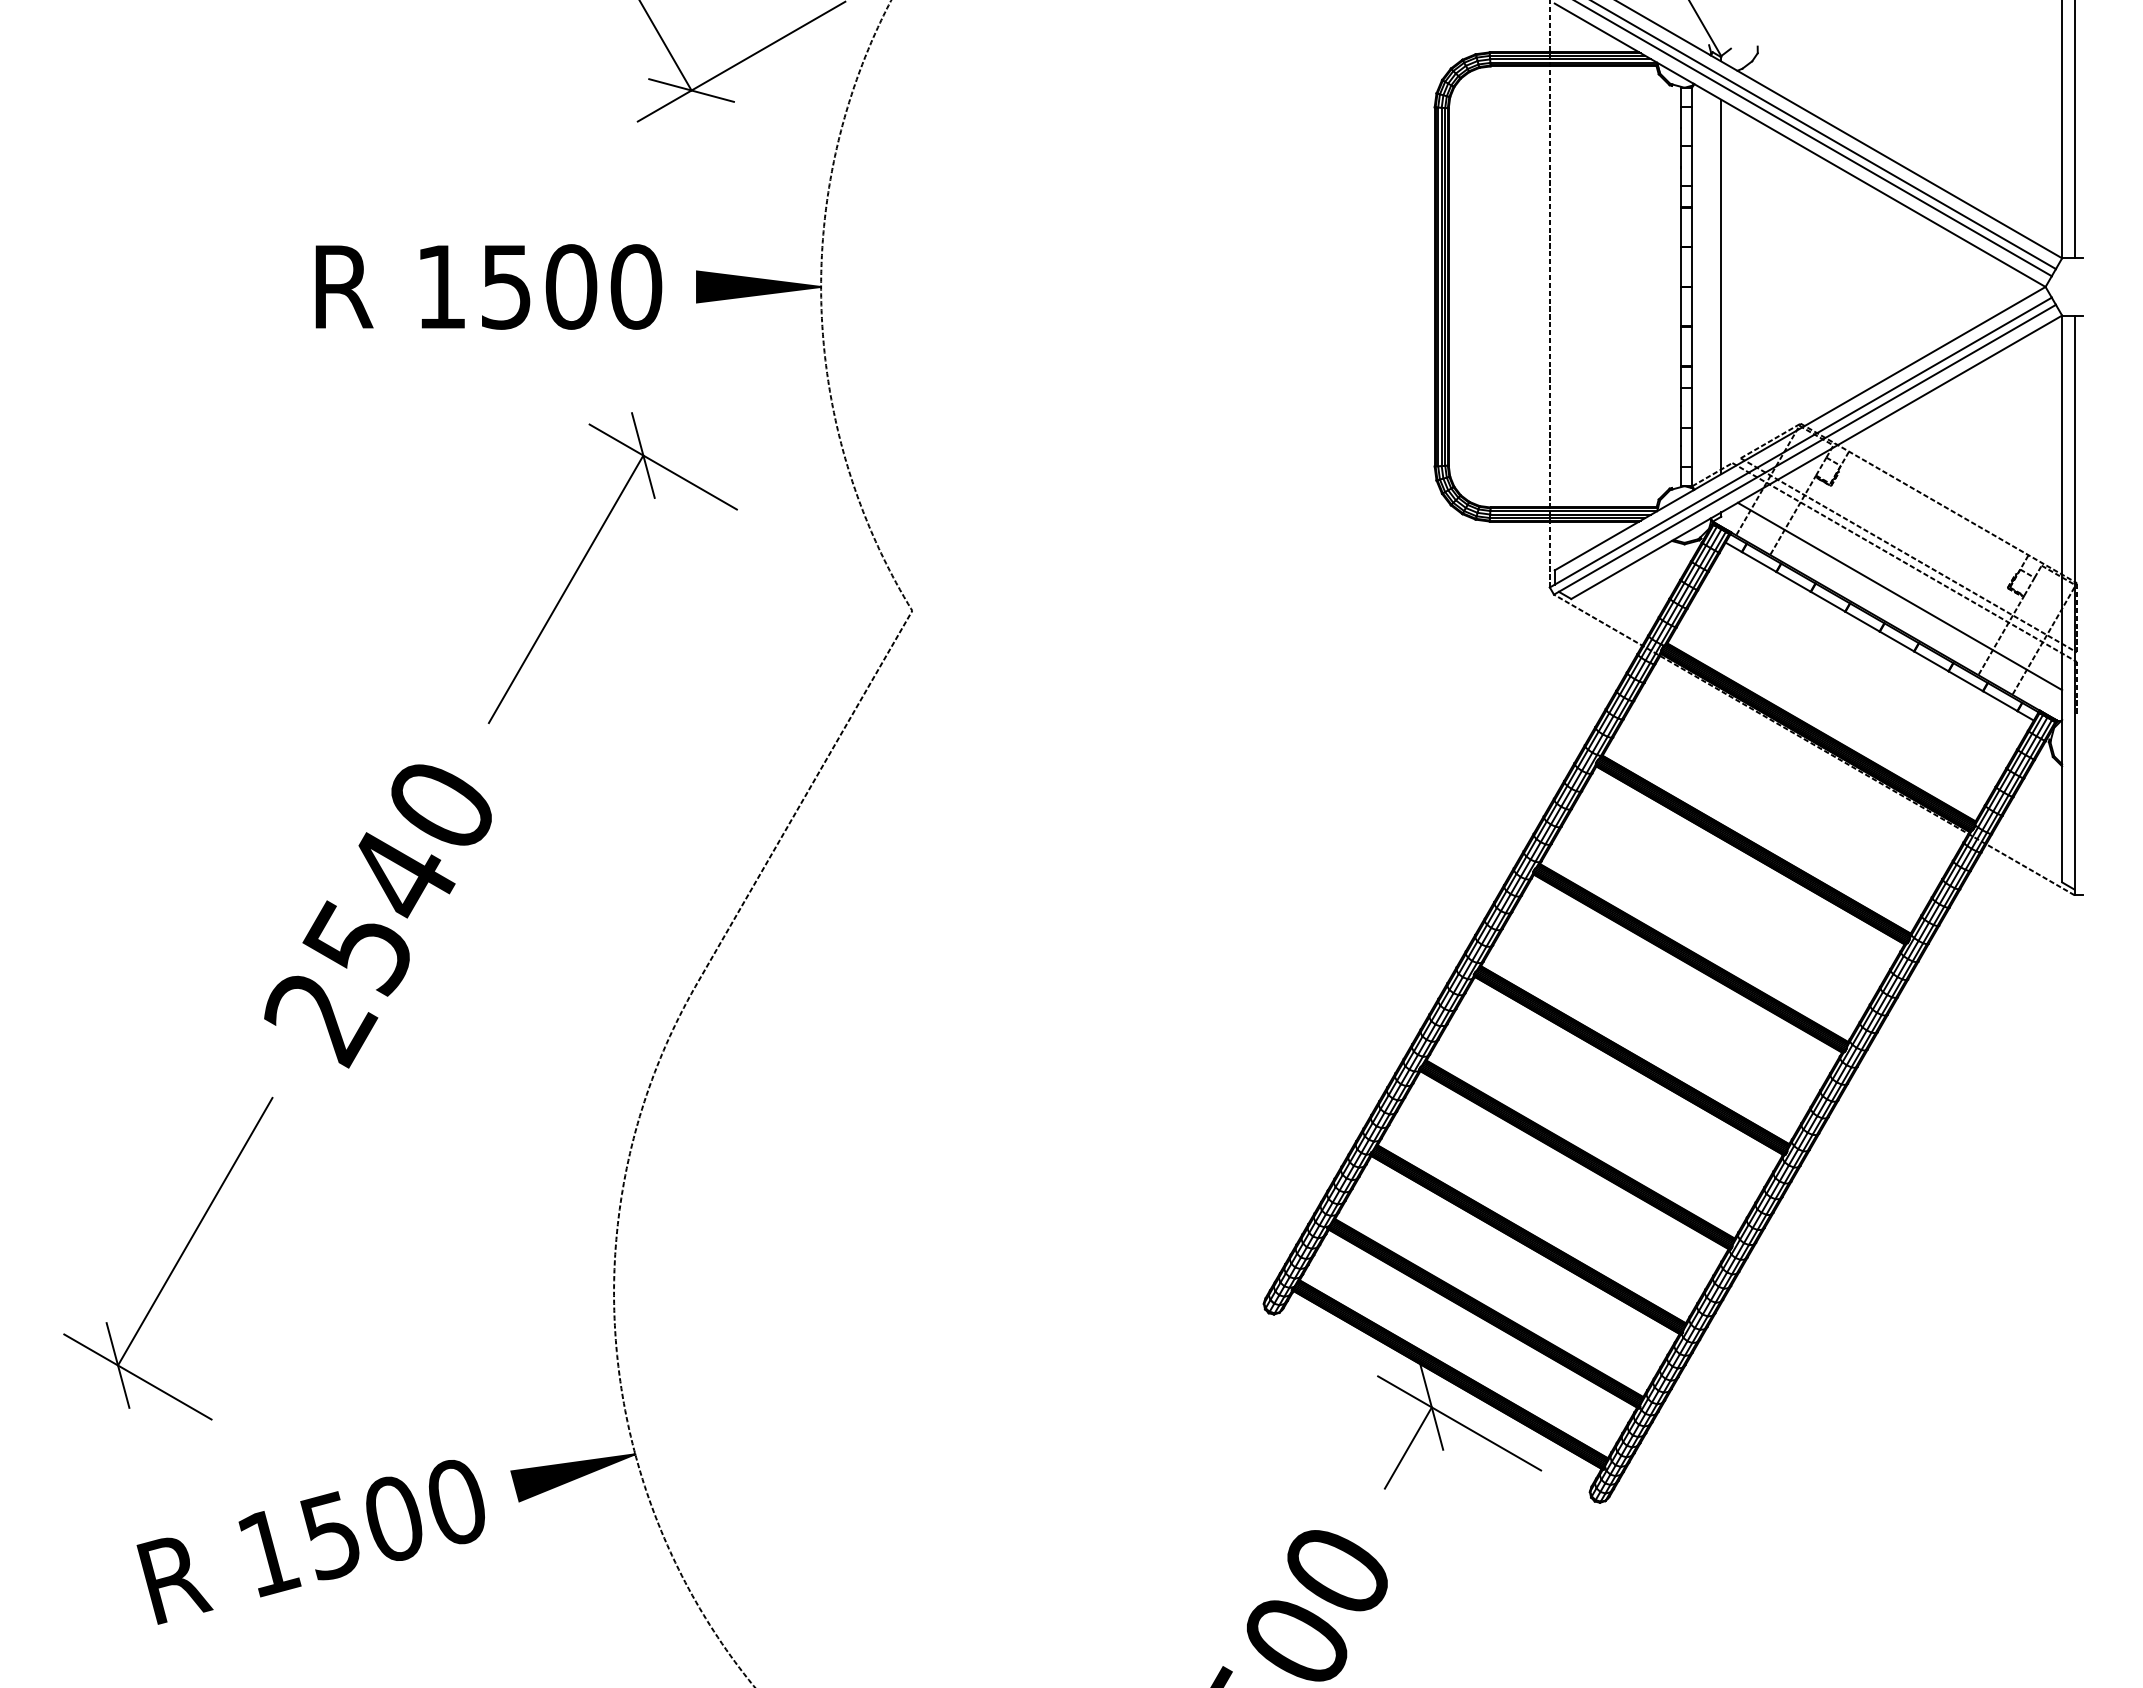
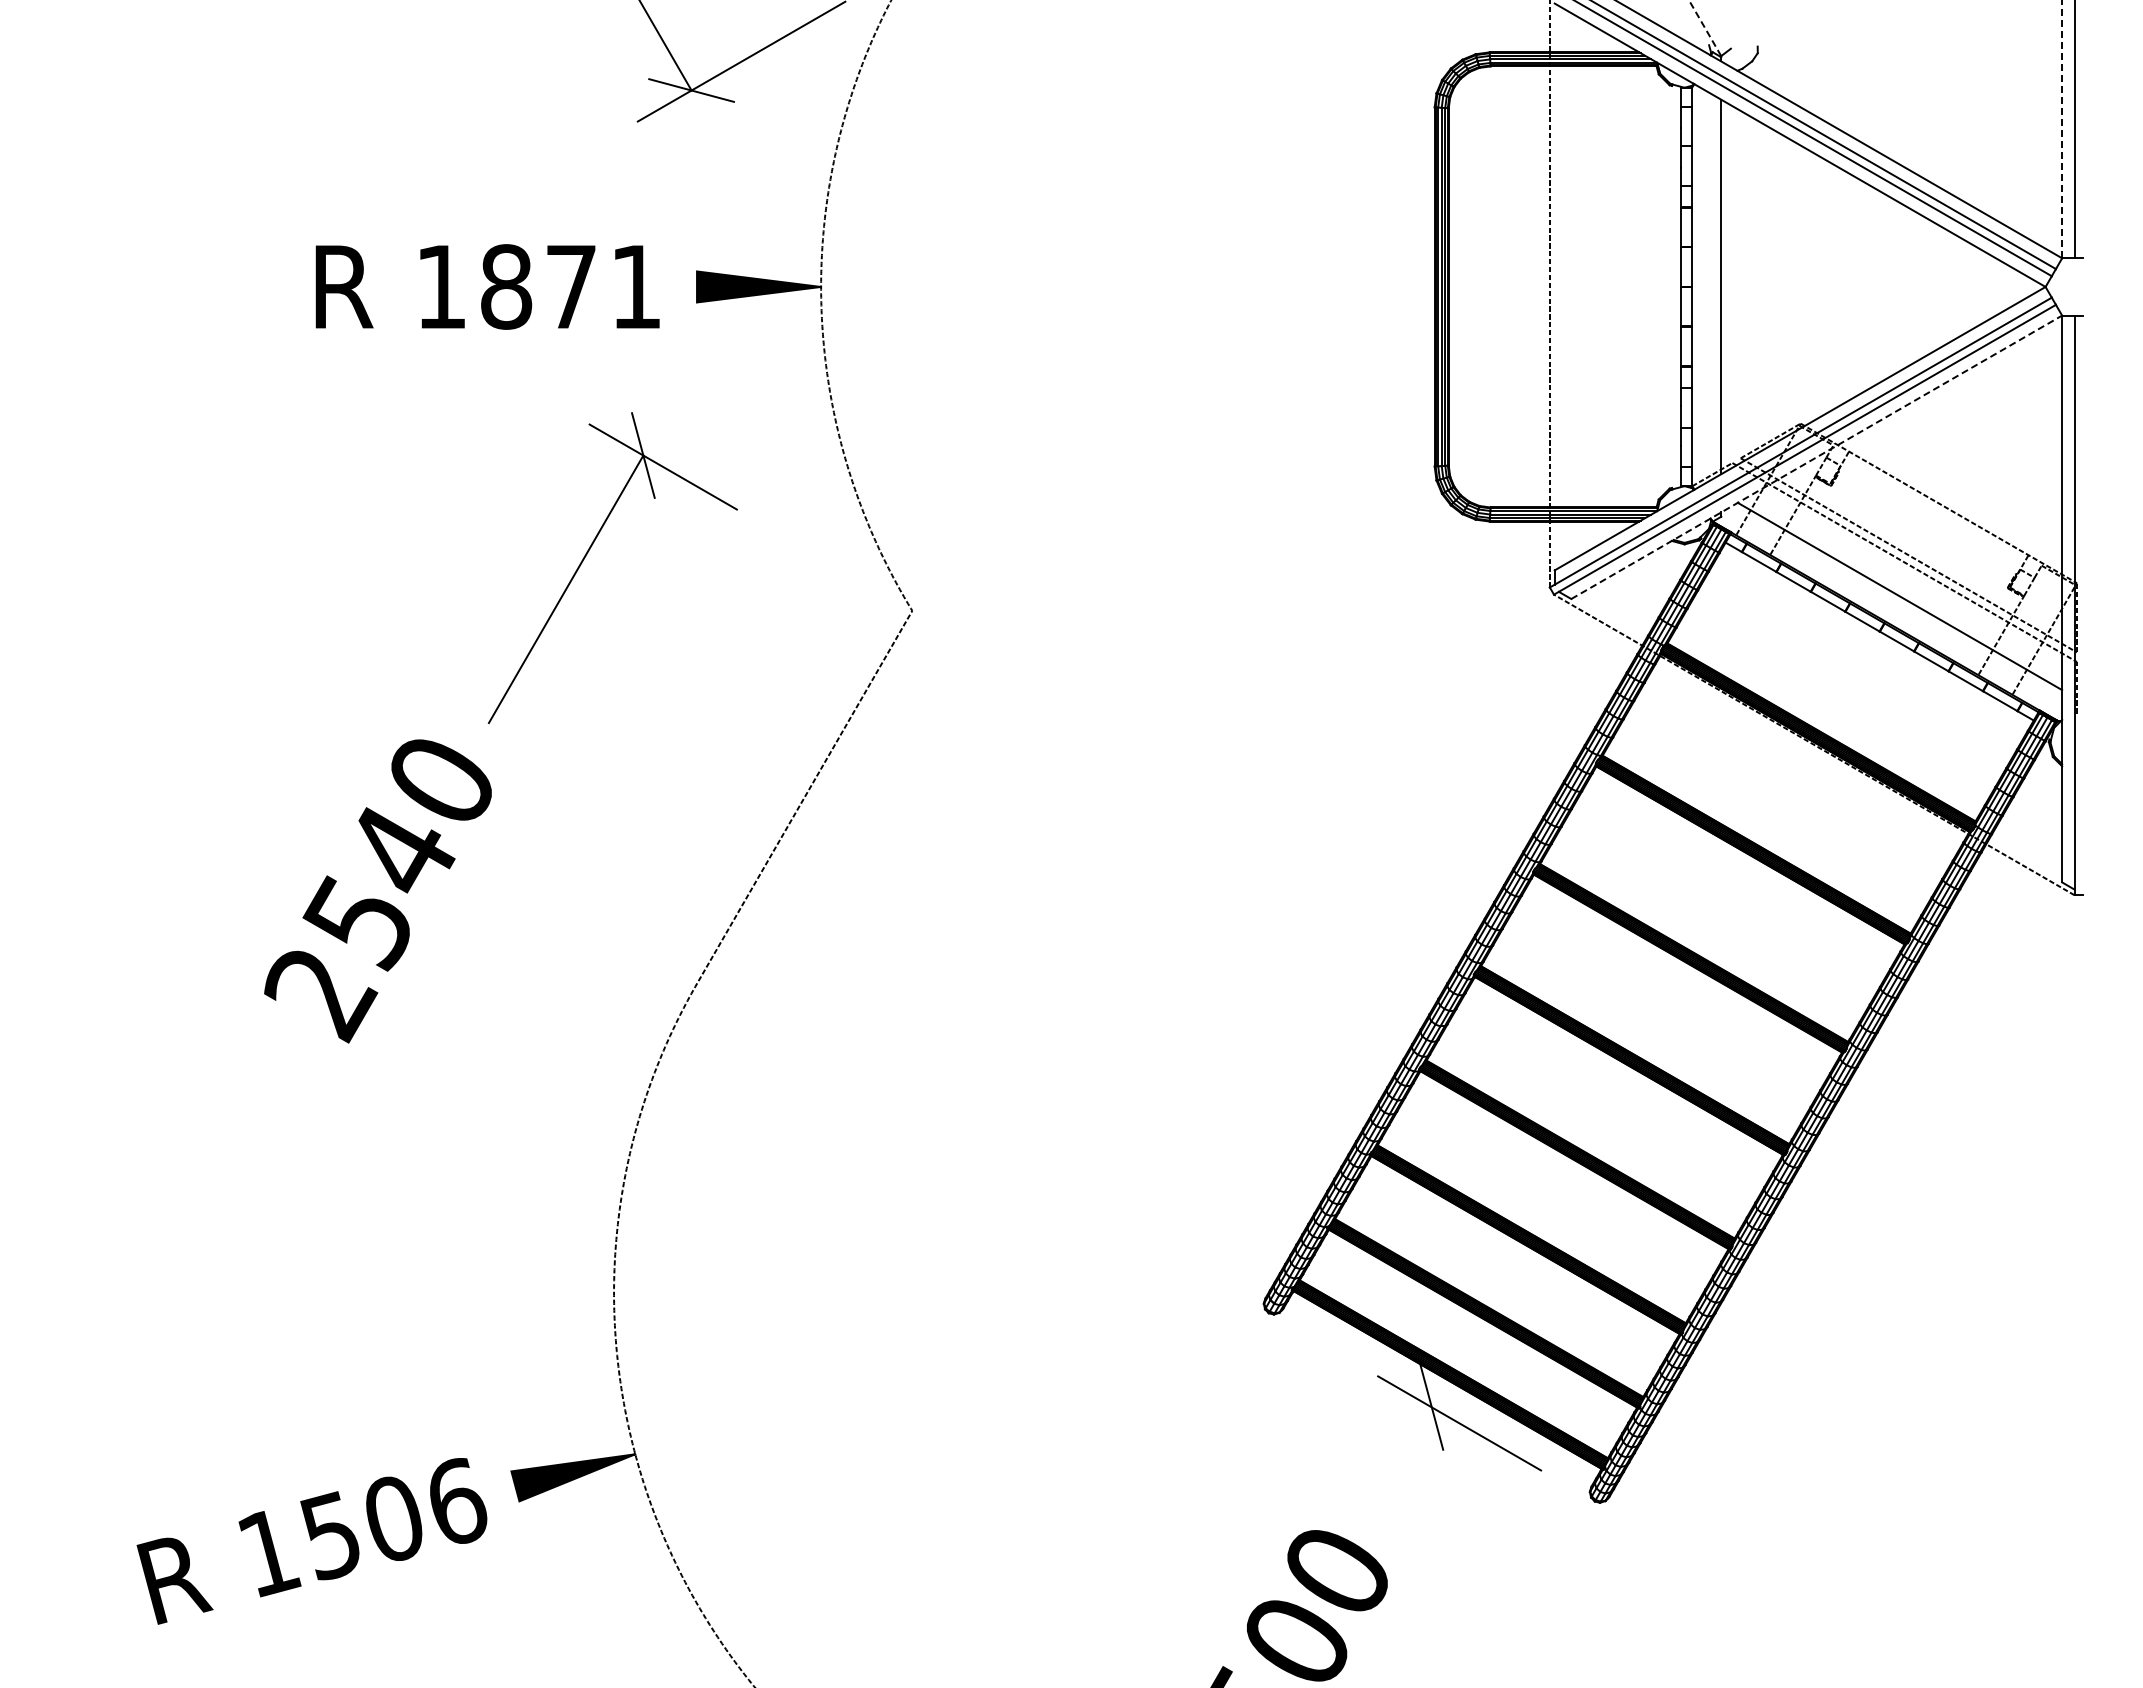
line at (1705, 28): solid -> dashed
line at (2062, 129): solid -> dashed
text at (571, 286): 1500 -> 1871
line at (1817, 457): solid -> dashed
text at (377, 916) position: (377, 916) -> (377, 891)
part at (175, 1263): present -> none
line at (1407, 1447): present -> none
text at (457, 1501): 1500 -> 1506
